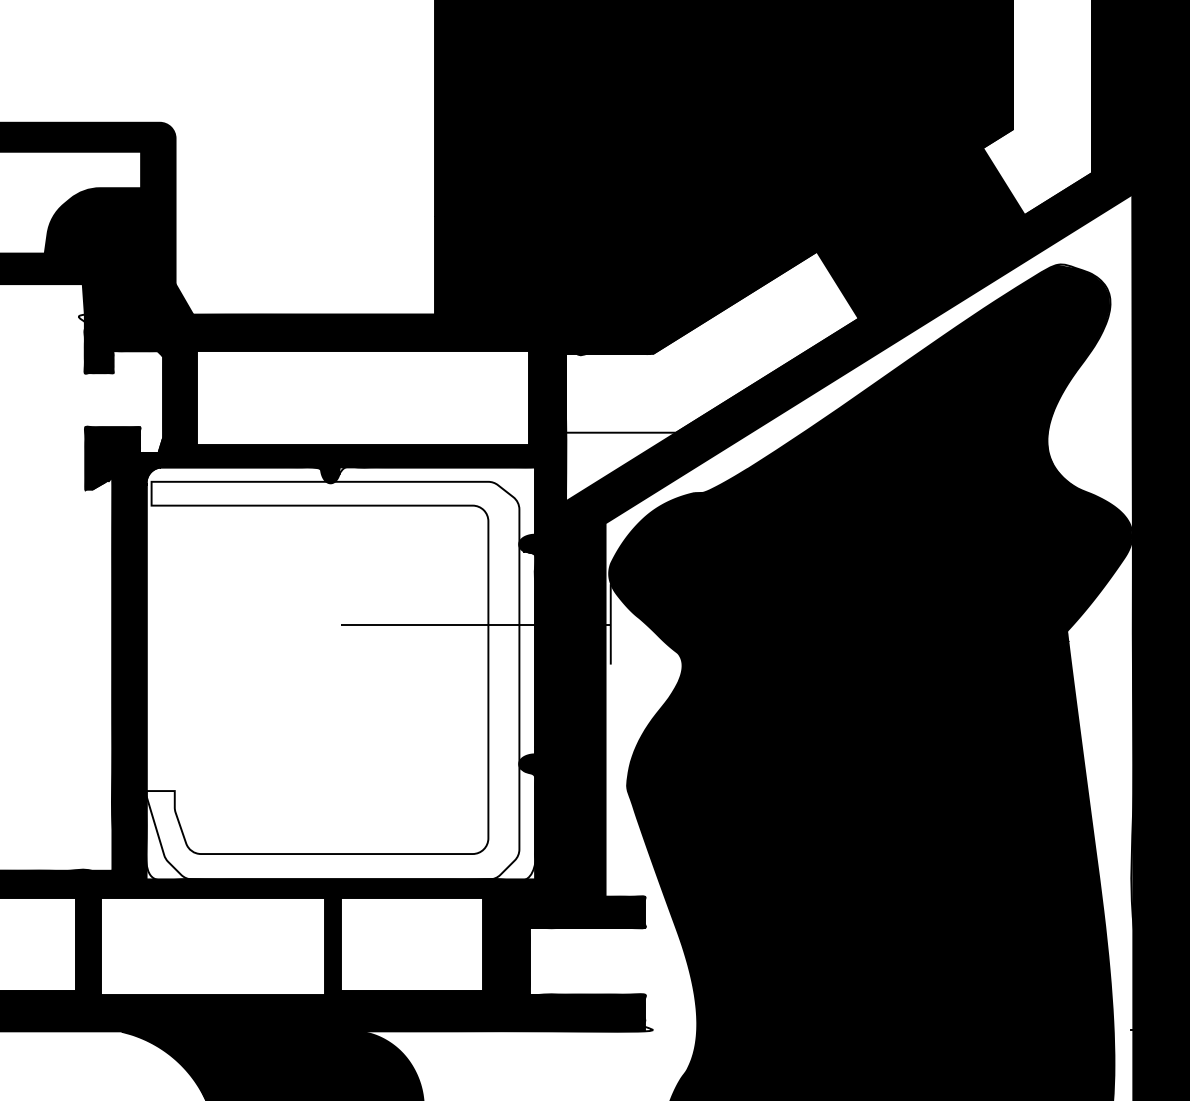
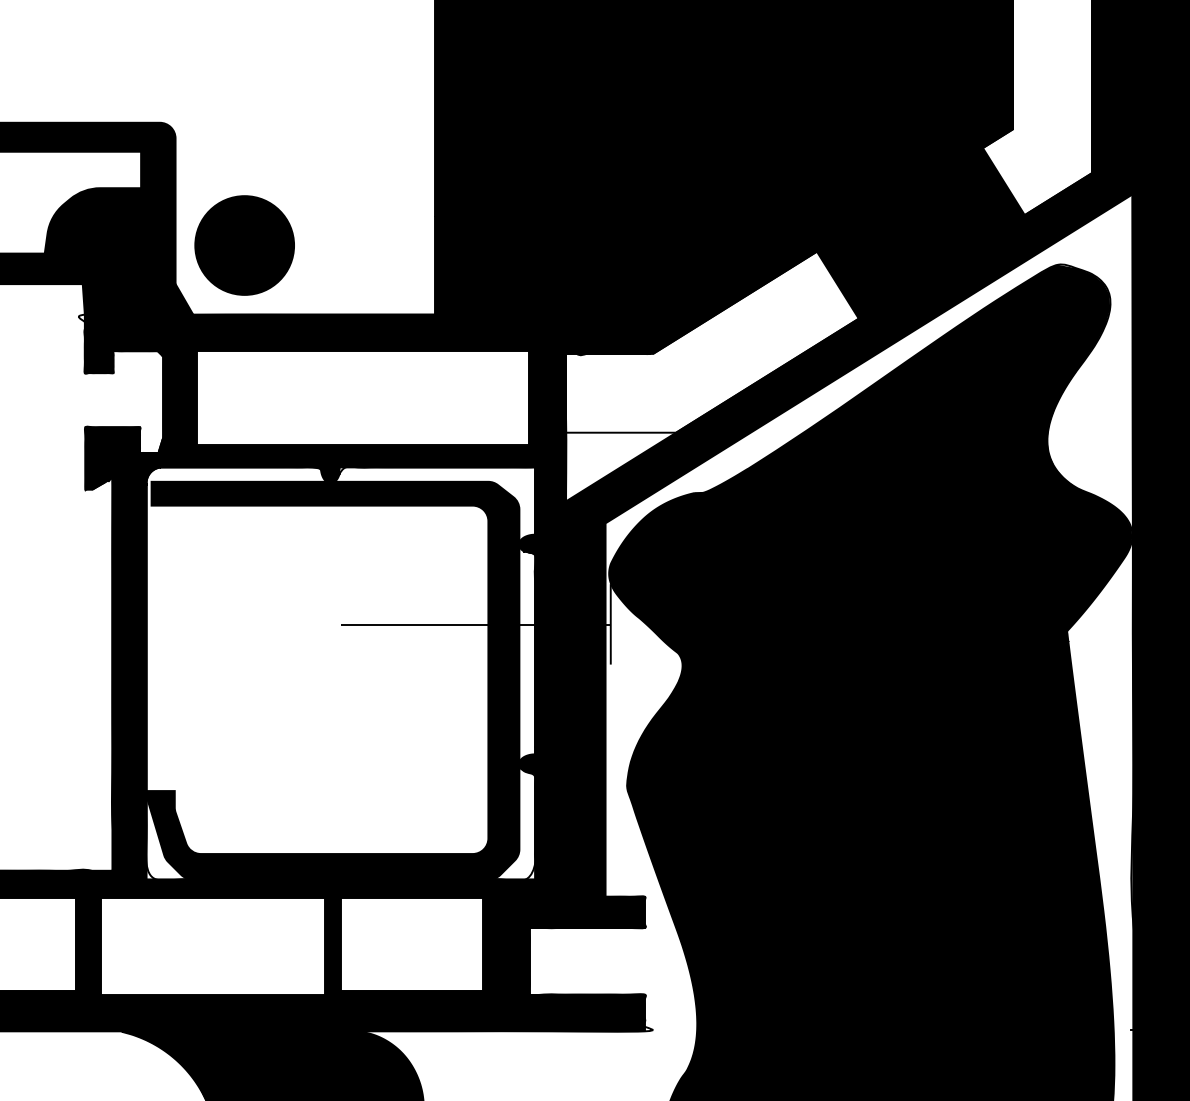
part at (244, 245): none -> present
fill at (332, 680): none -> present
